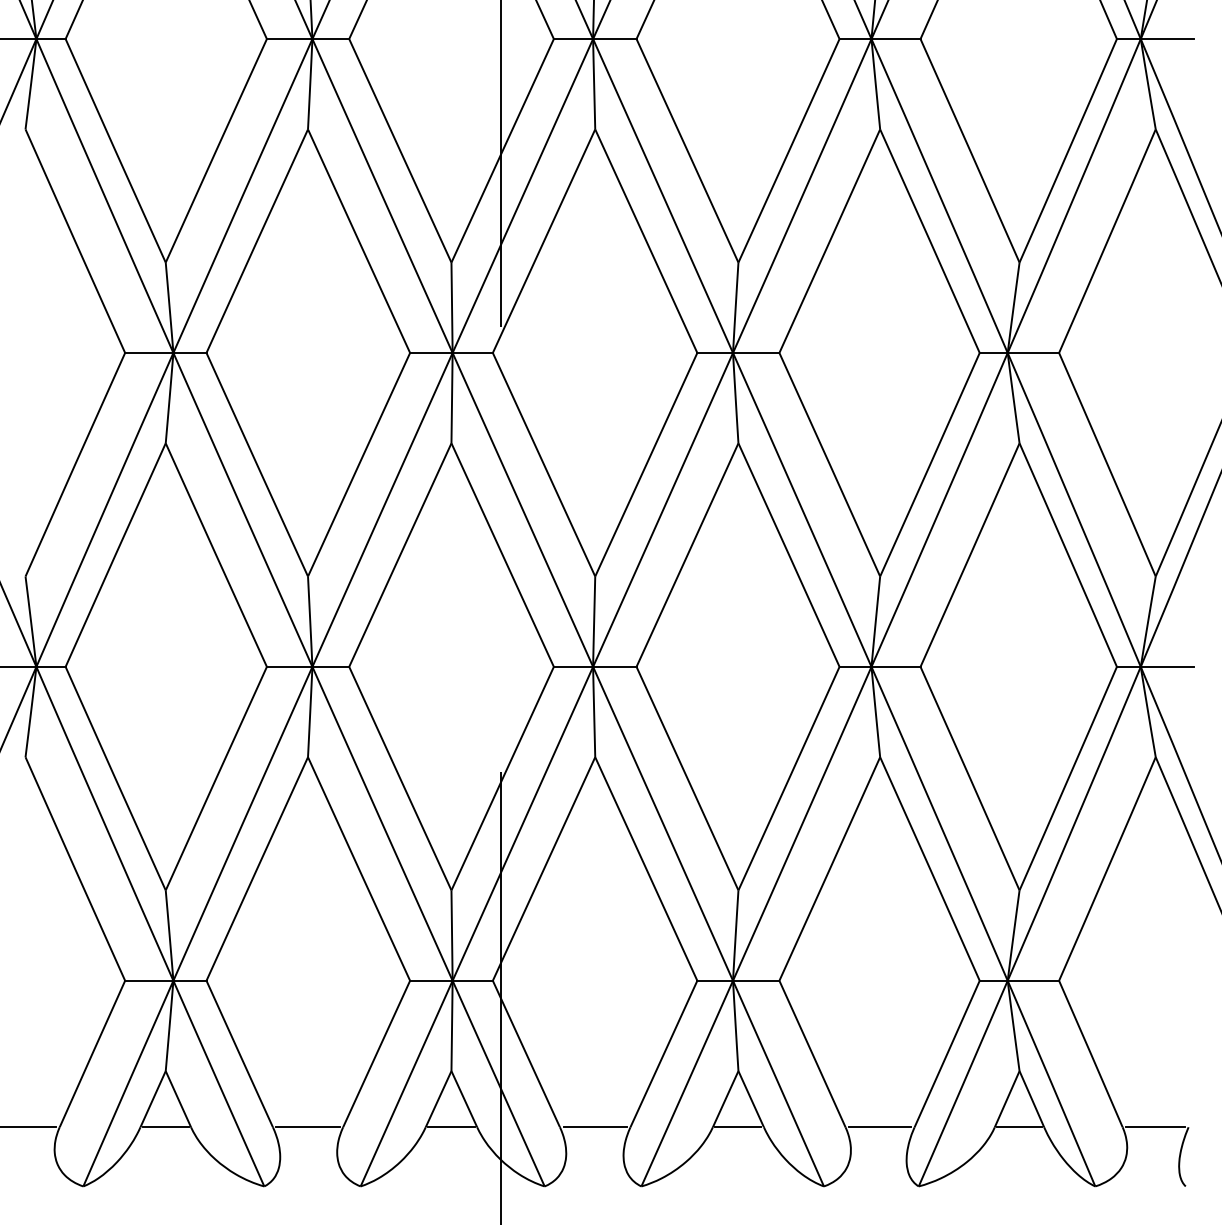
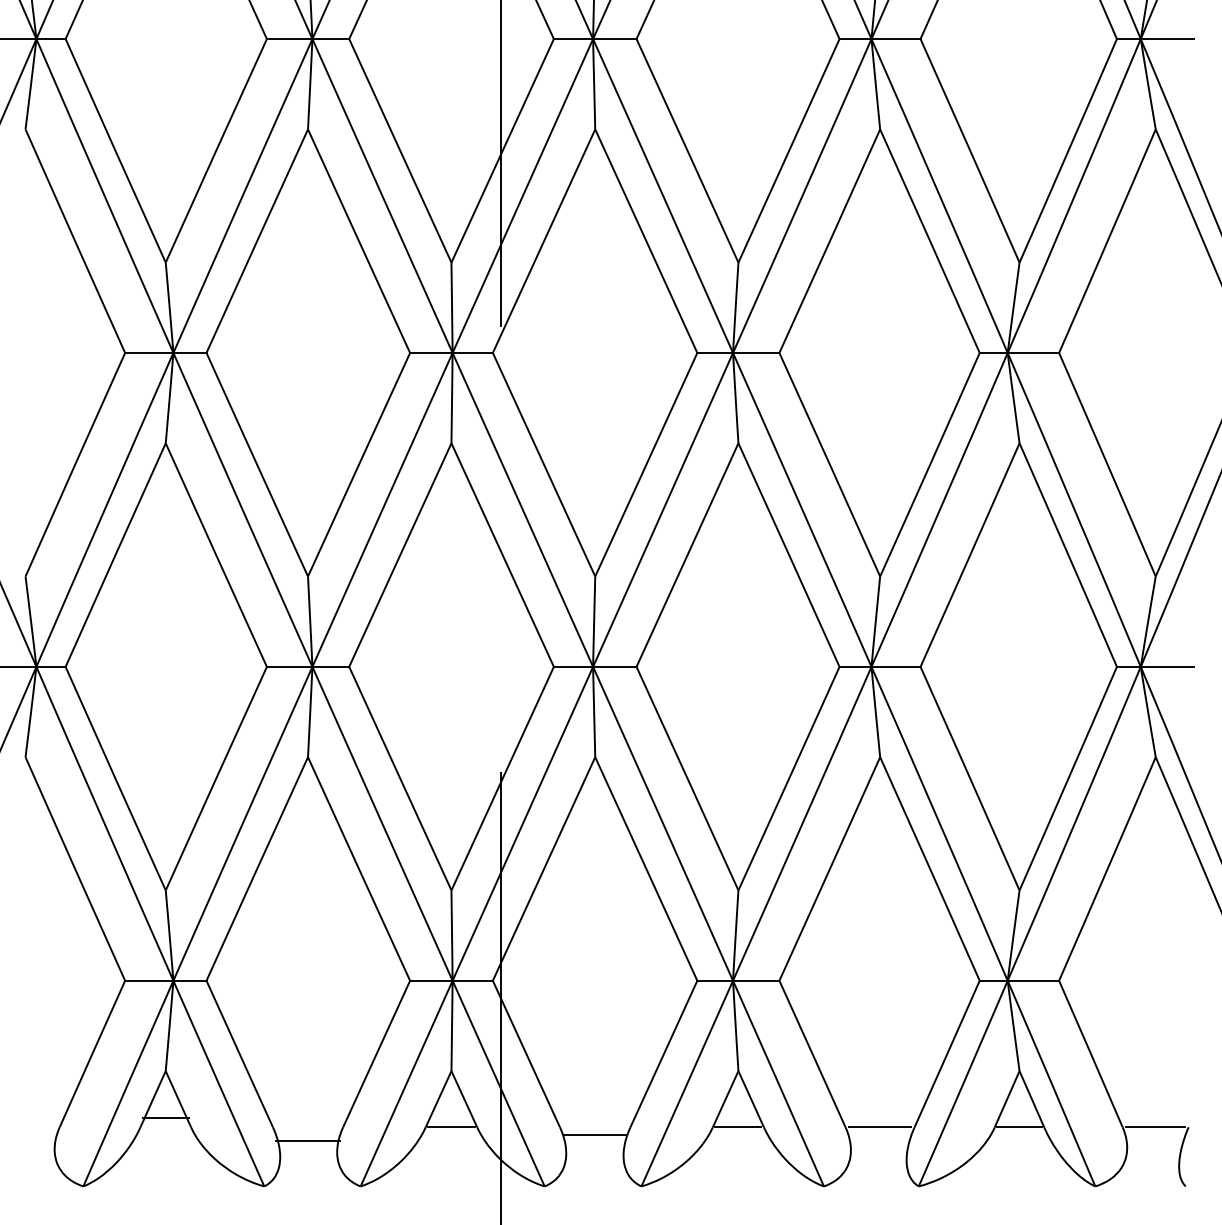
line at (29, 1127): present -> none
line at (165, 1127) position: (165, 1127) -> (165, 1118)
line at (307, 1127) position: (307, 1127) -> (307, 1141)
line at (594, 1127) position: (594, 1127) -> (594, 1135)
